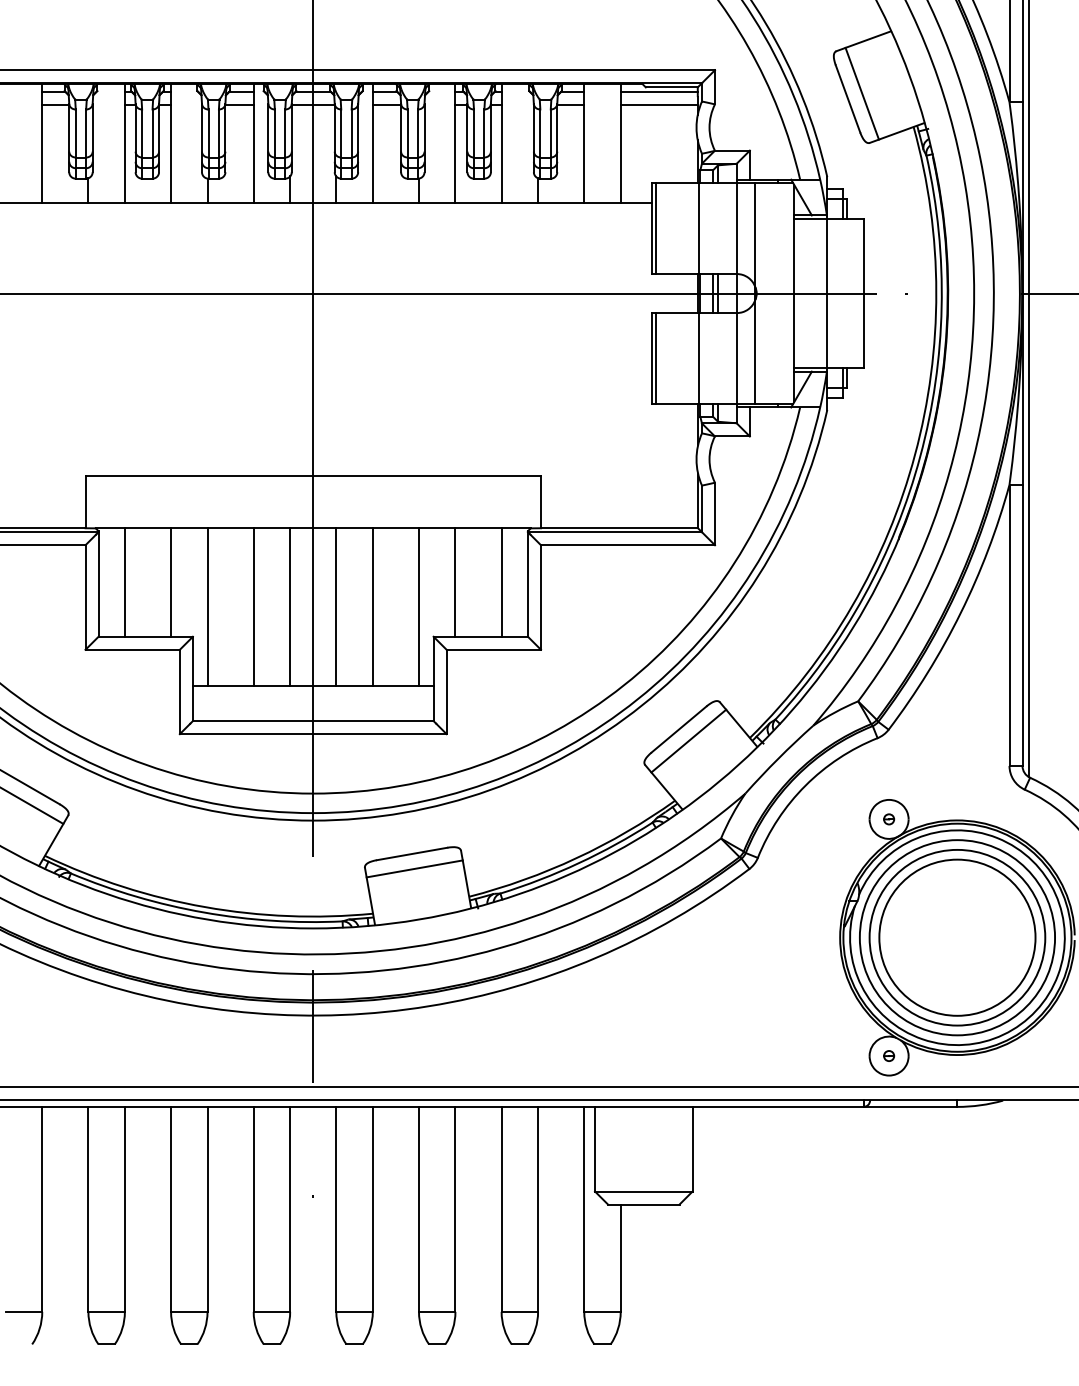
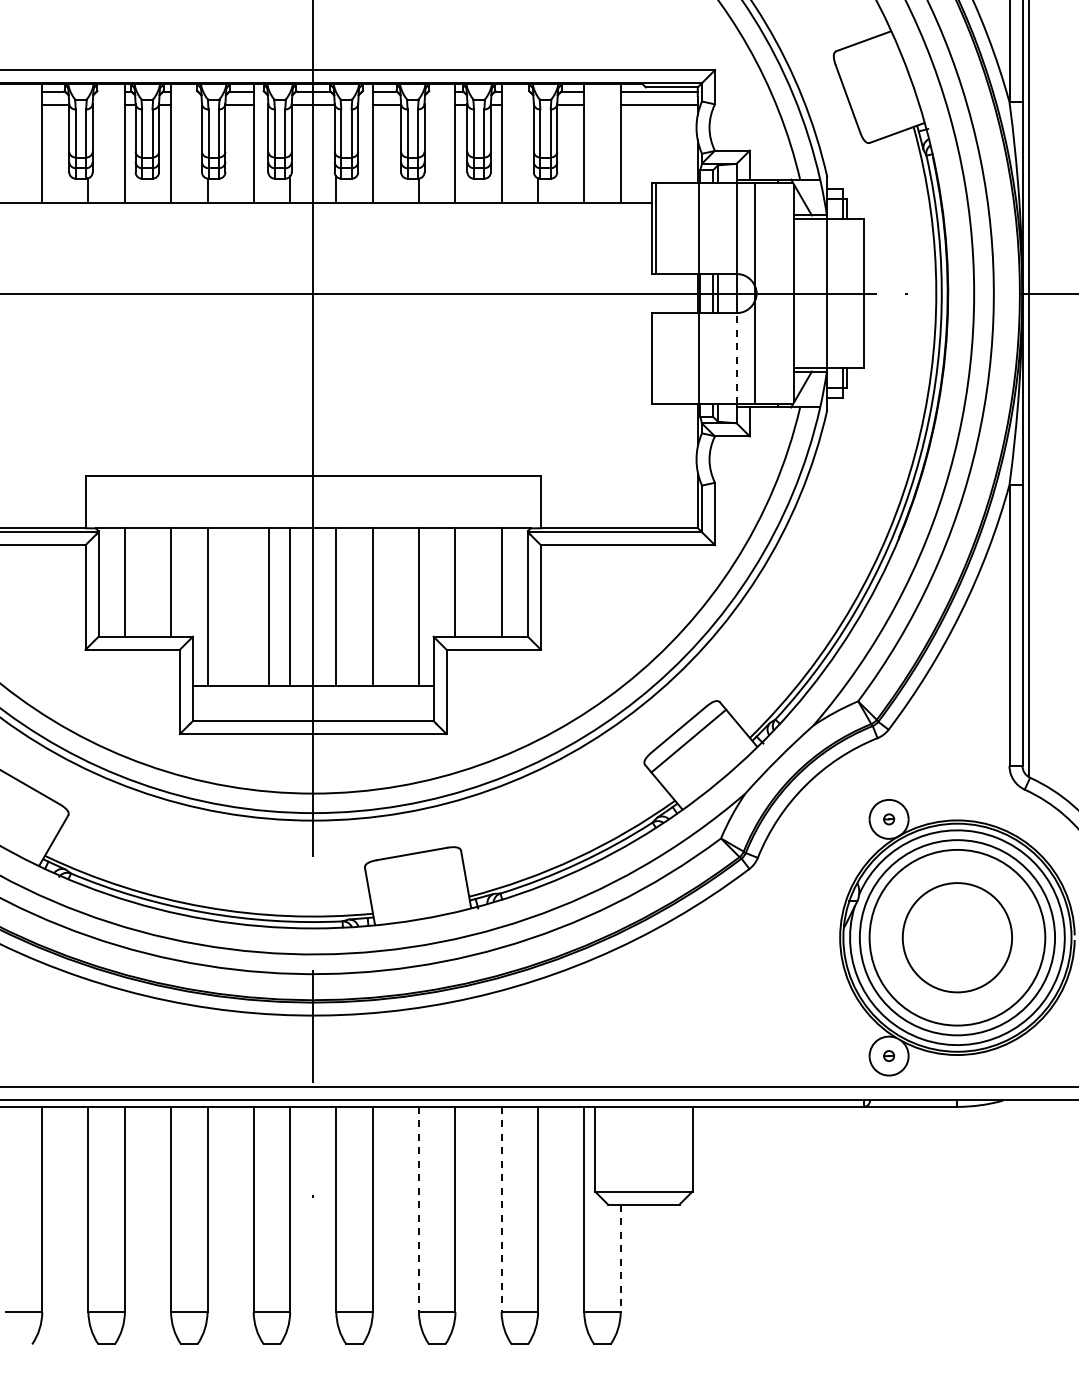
line at (861, 93): present -> none
line at (655, 358): present -> none
line at (736, 358): solid -> dashed
line at (253, 607) position: (253, 607) -> (268, 607)
line at (32, 805): present -> none
line at (414, 868): present -> none
circle at (957, 937) diameter: 156 px -> 109 px
line at (419, 1209): solid -> dashed
line at (501, 1209): solid -> dashed
line at (620, 1258): solid -> dashed
